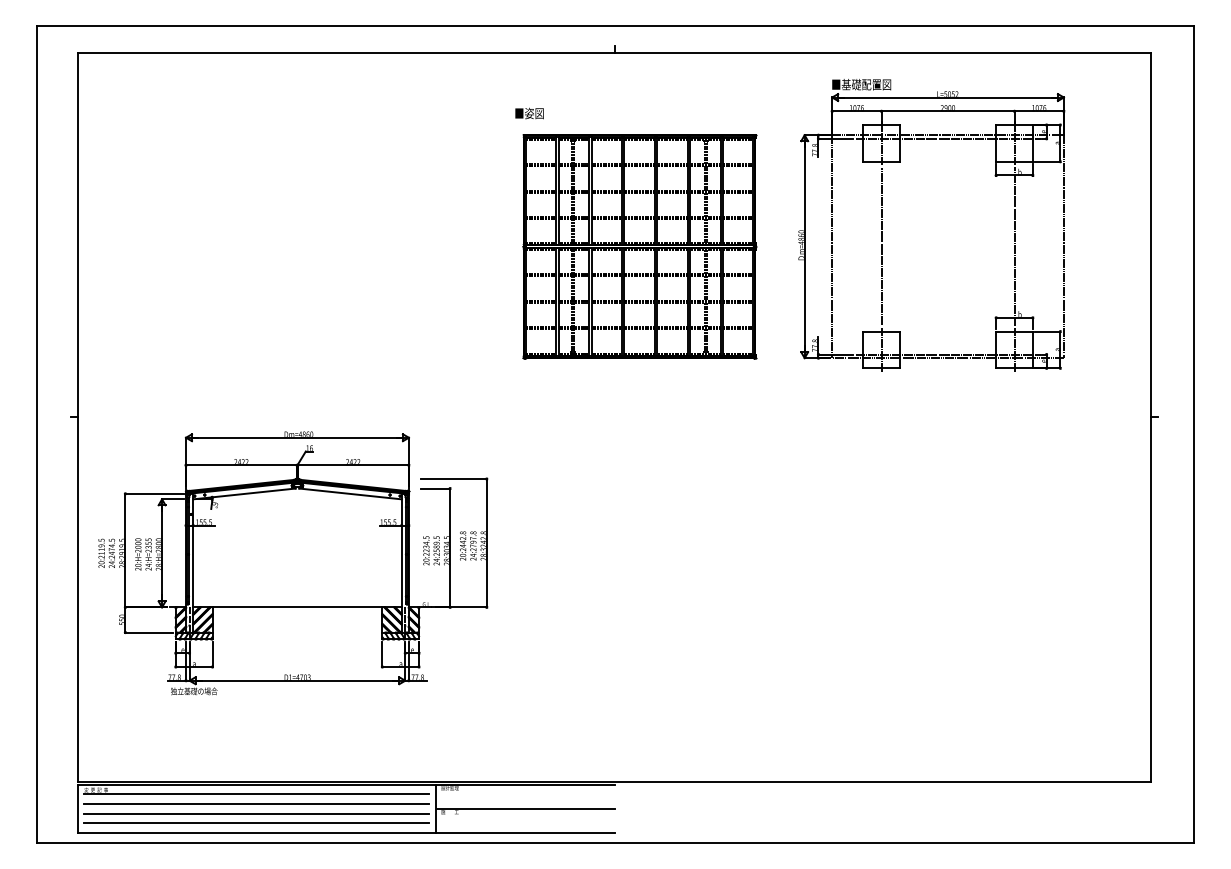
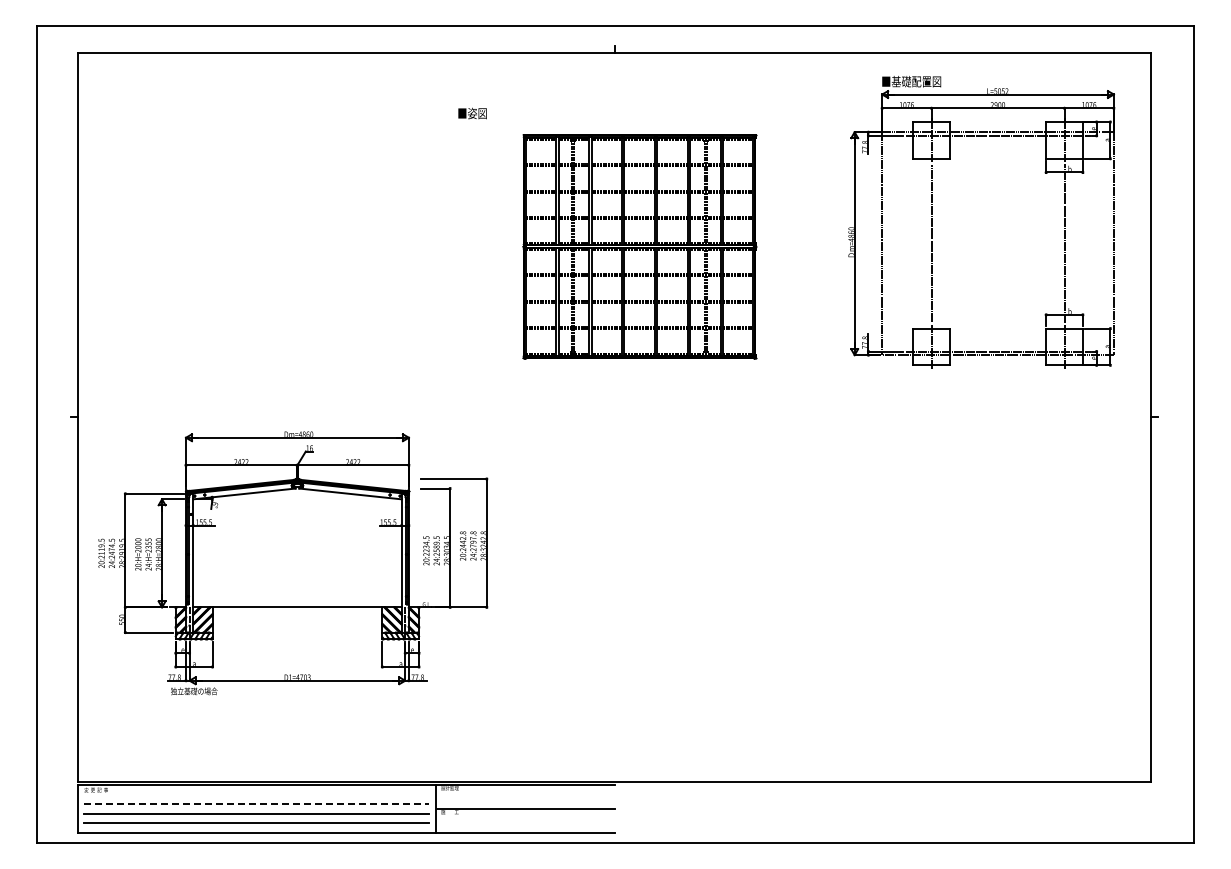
text at (529, 113) position: (529, 113) -> (472, 113)
part at (882, 225) position: (882, 225) -> (932, 222)
line at (256, 794): present -> none
line at (257, 803): solid -> dashed
